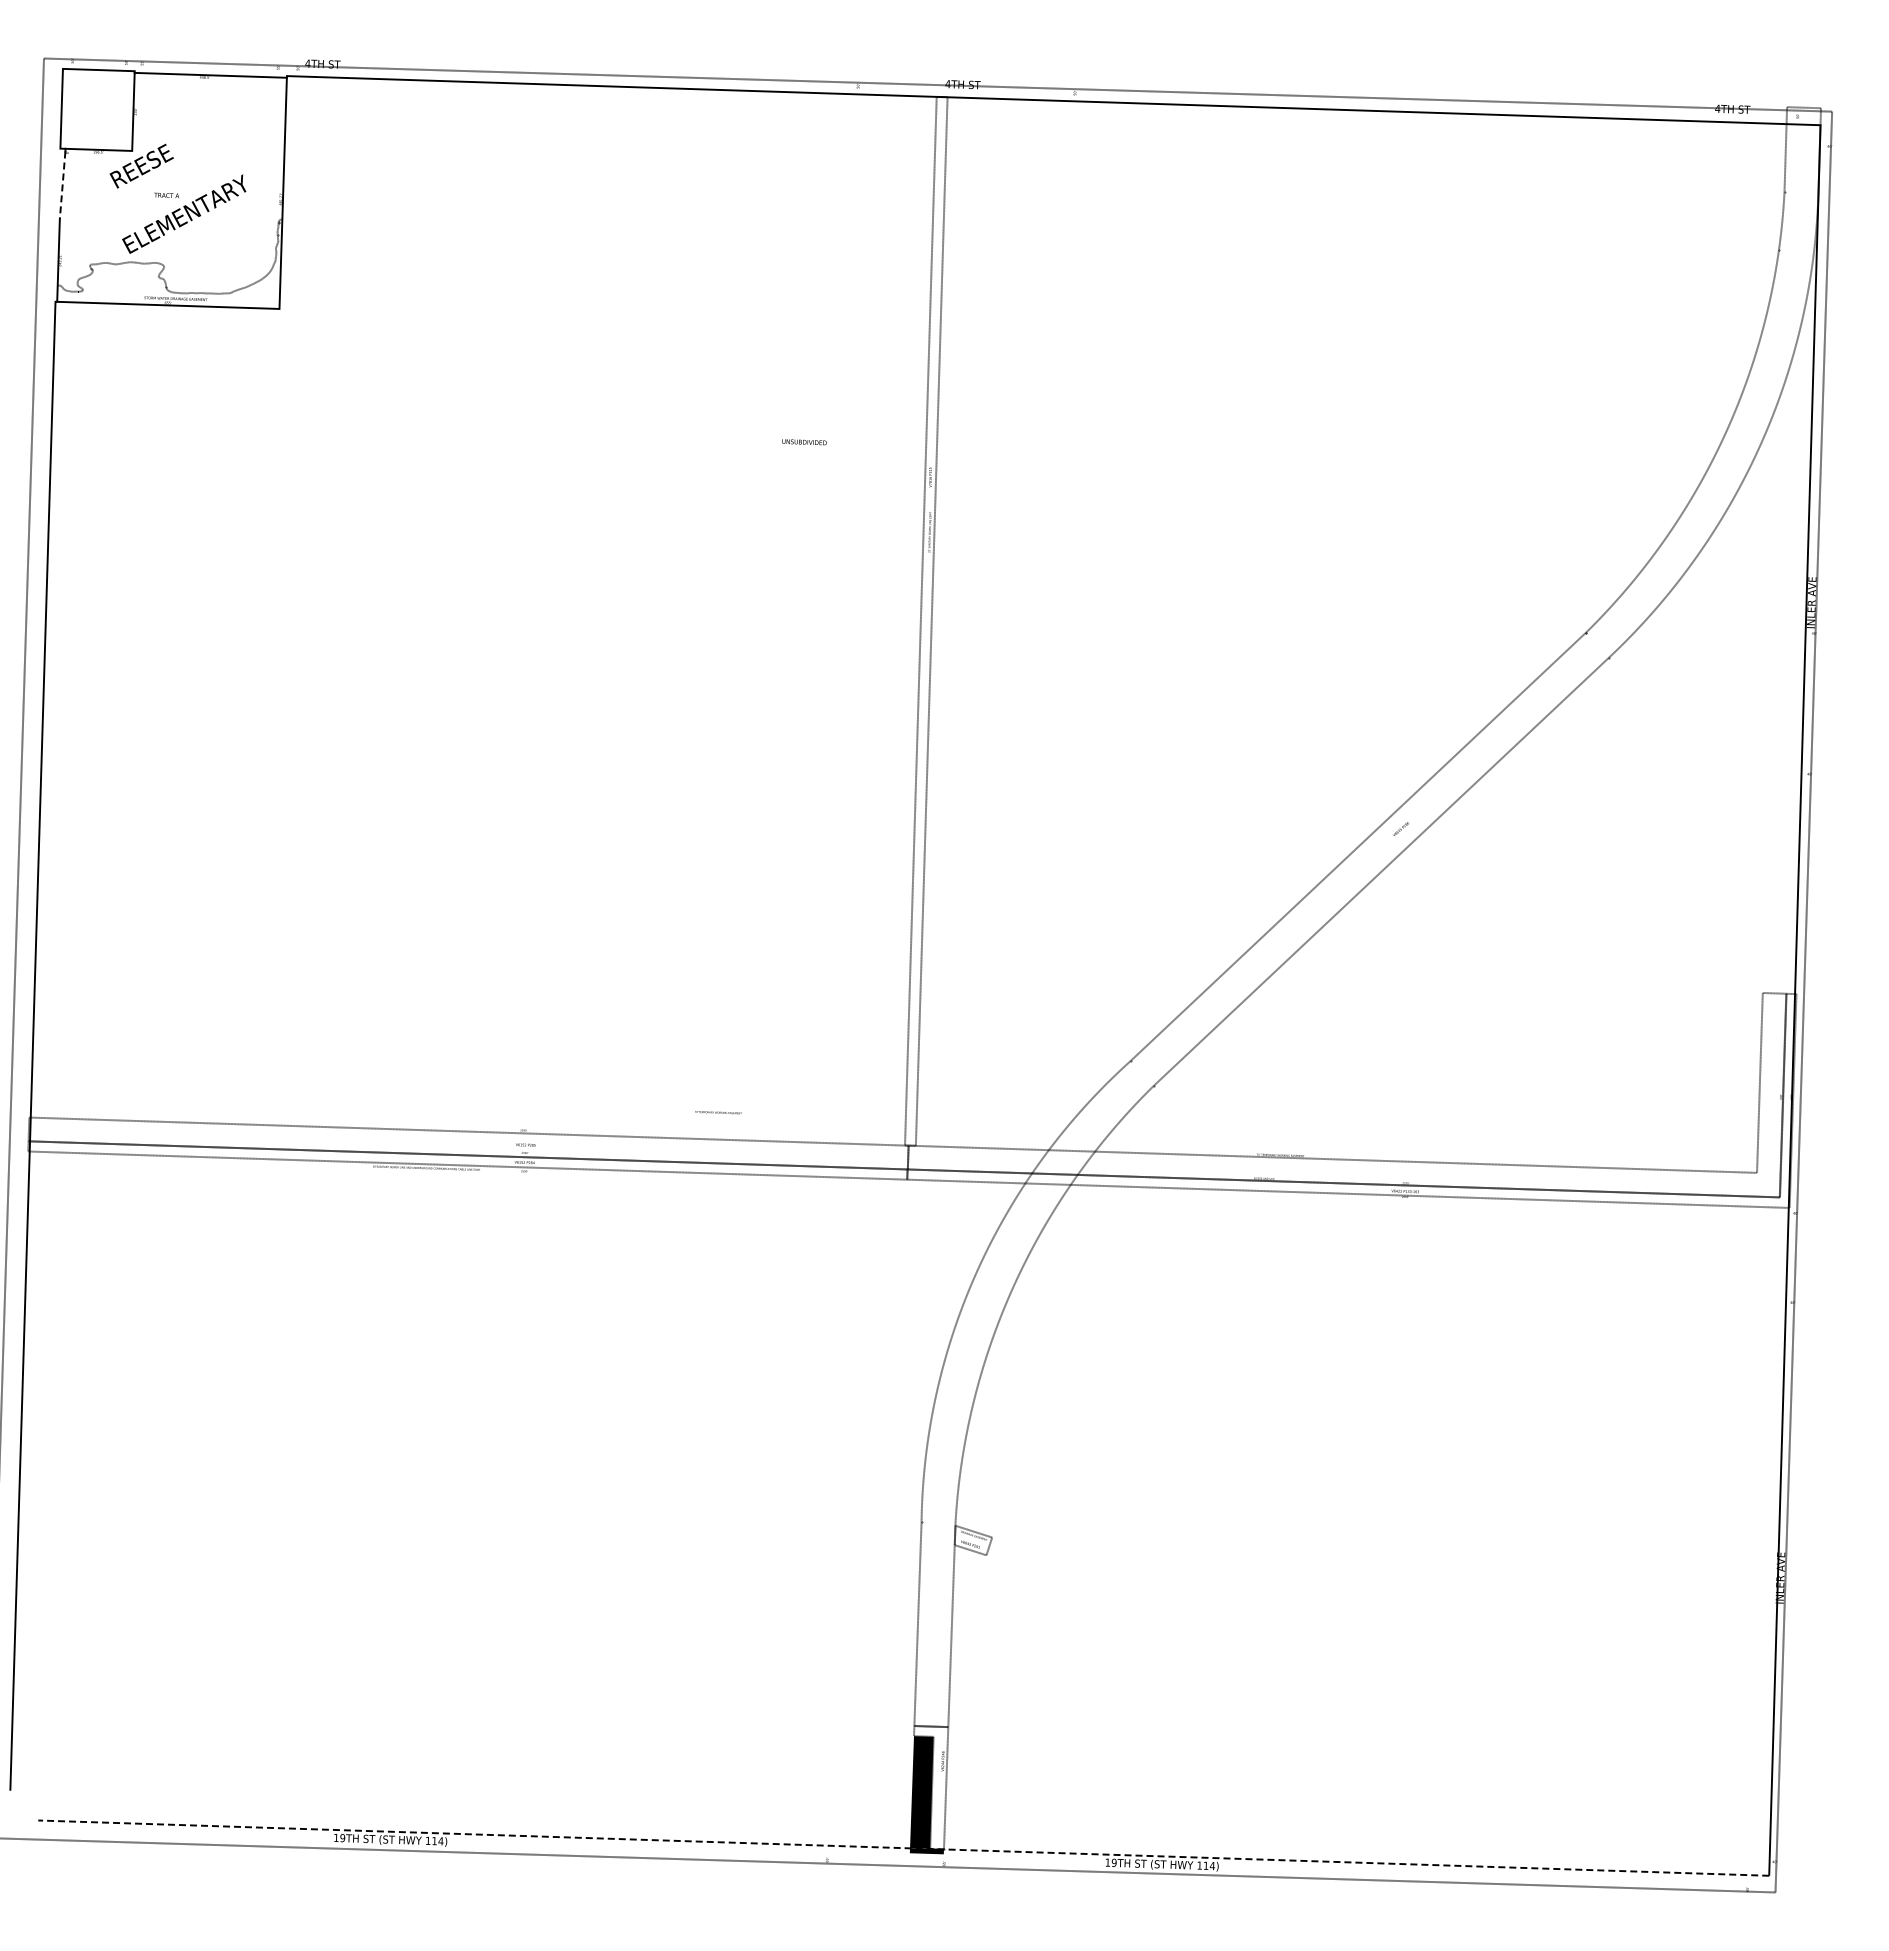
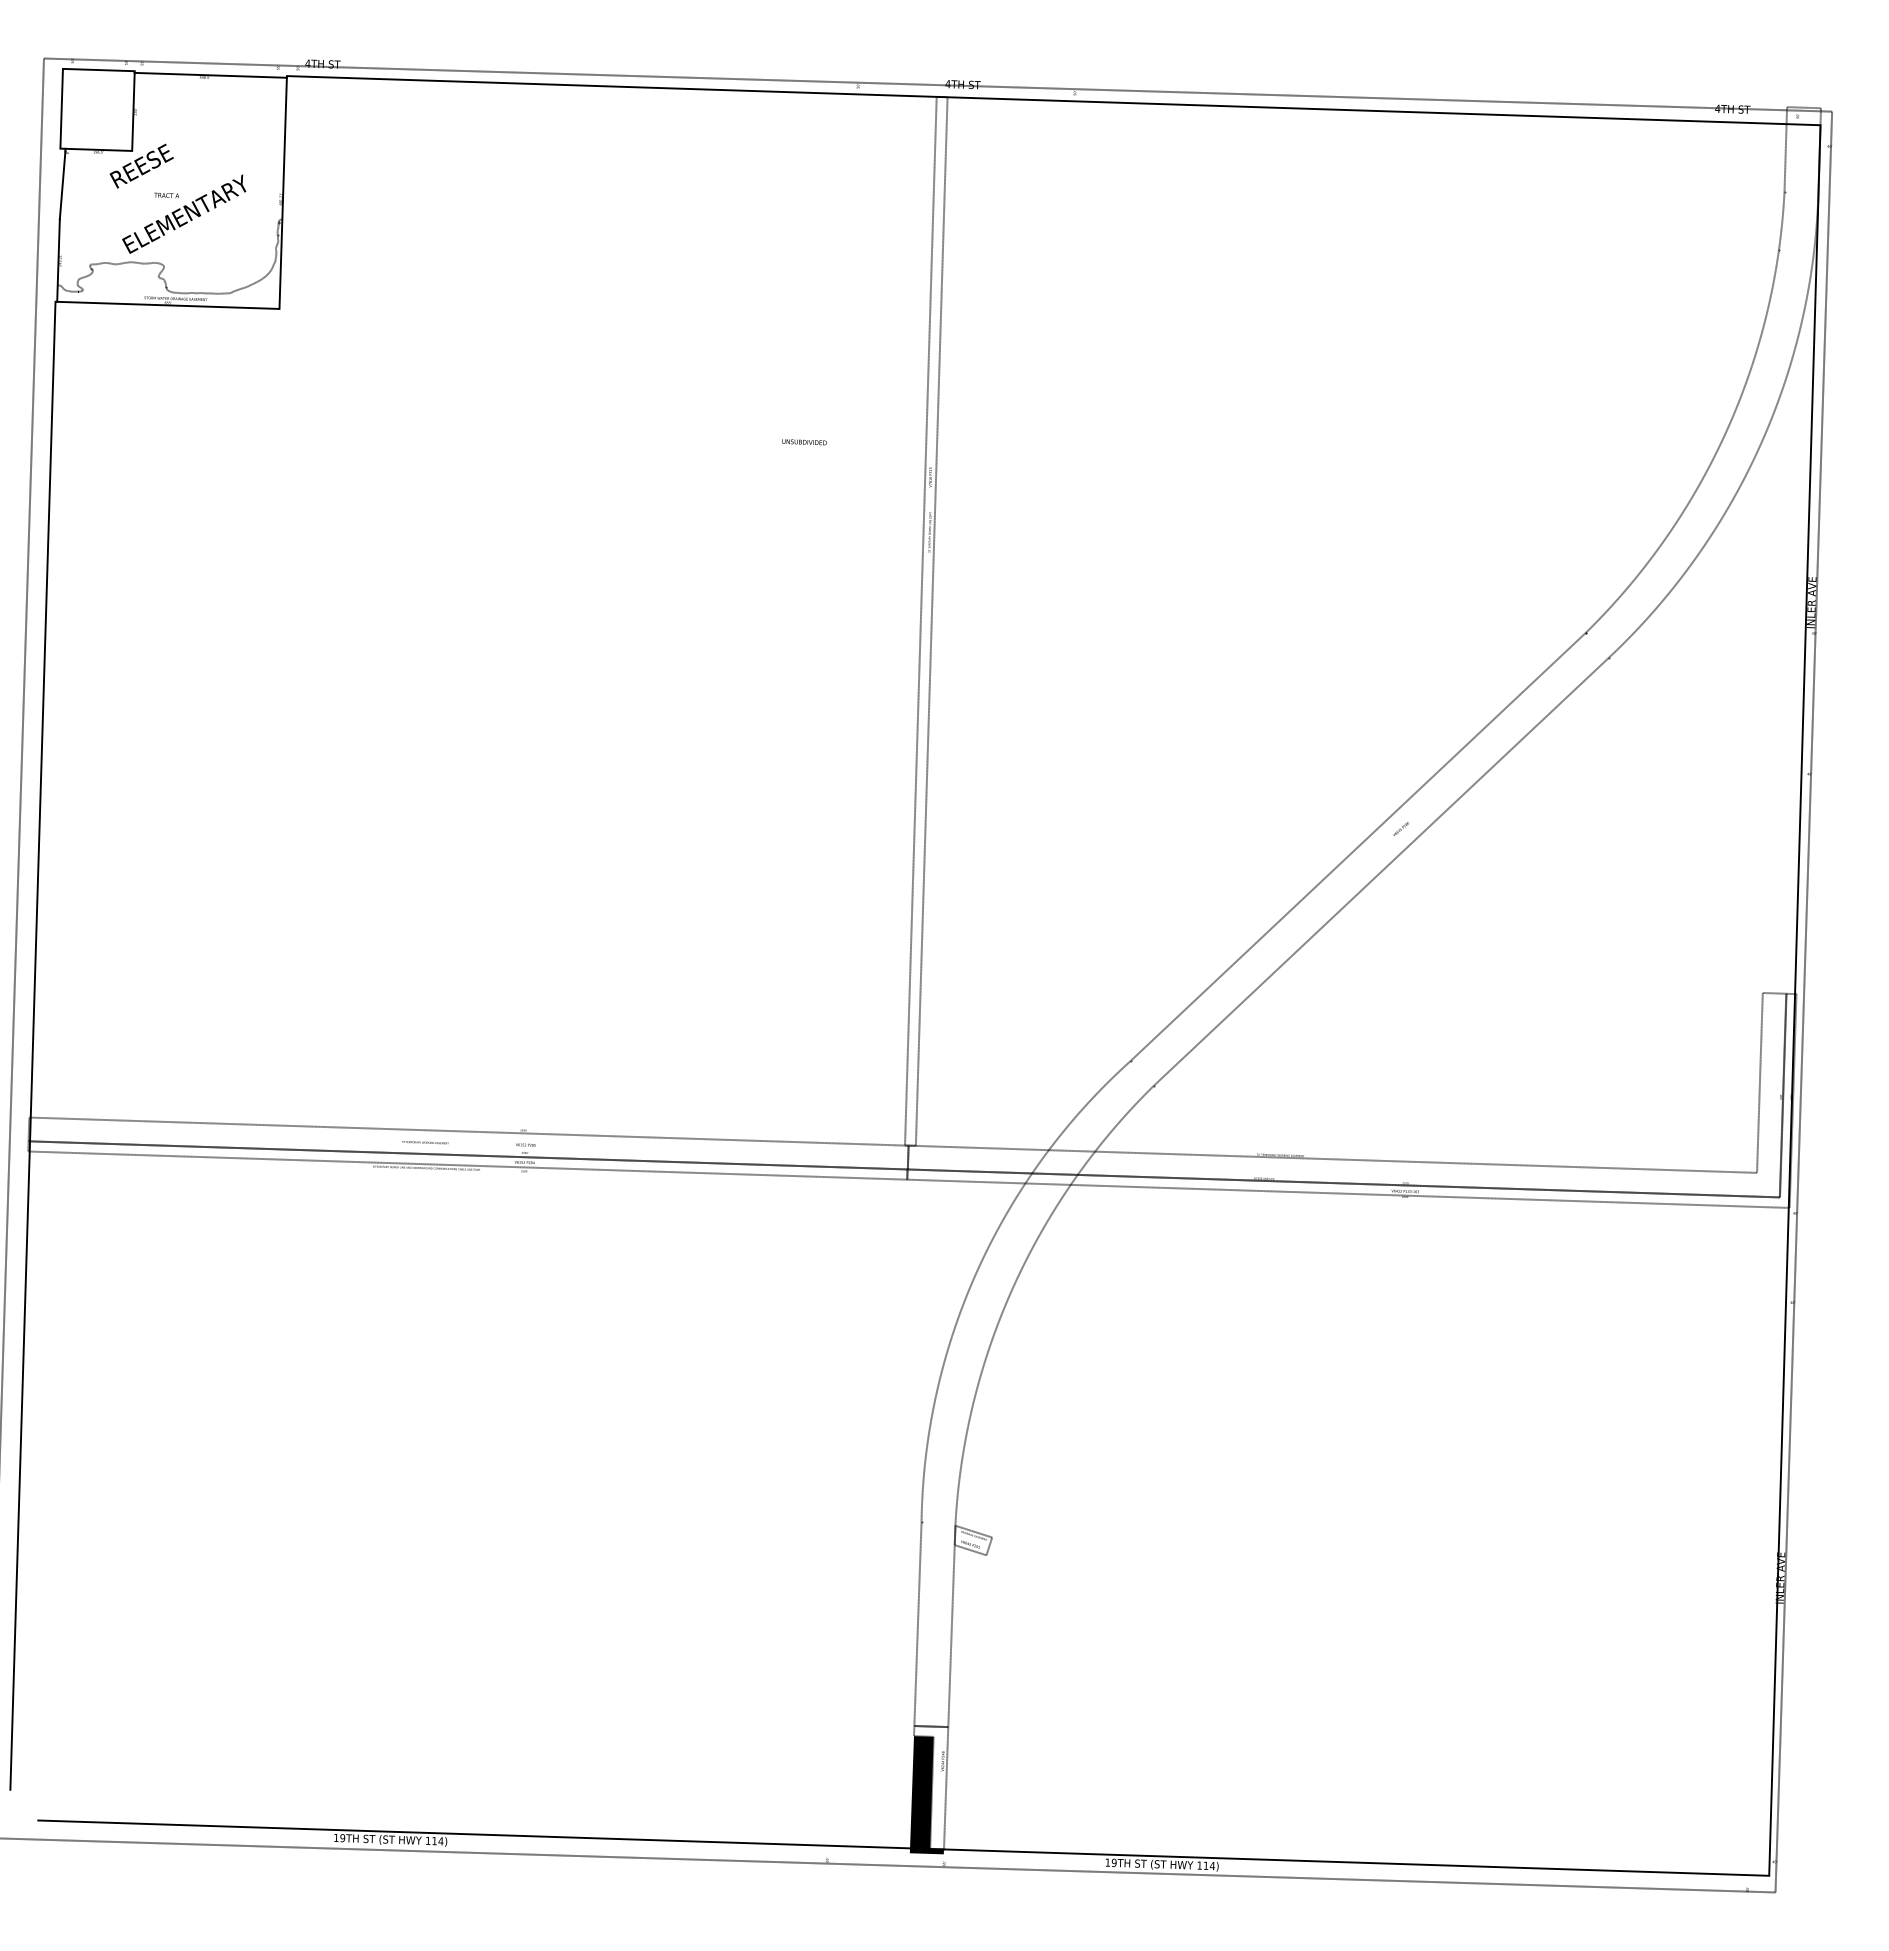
line at (62, 185): dashed -> solid
text at (718, 1112) position: (718, 1112) -> (425, 1142)
line at (903, 1848): dashed -> solid
